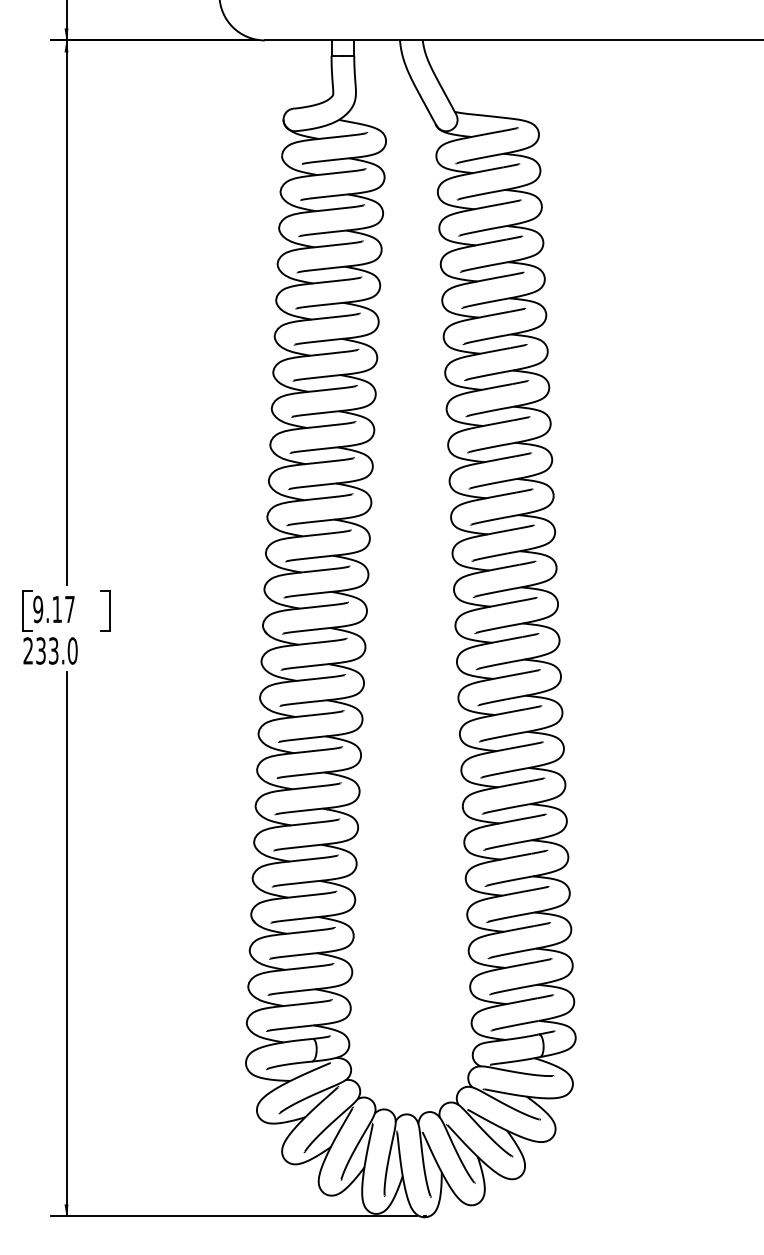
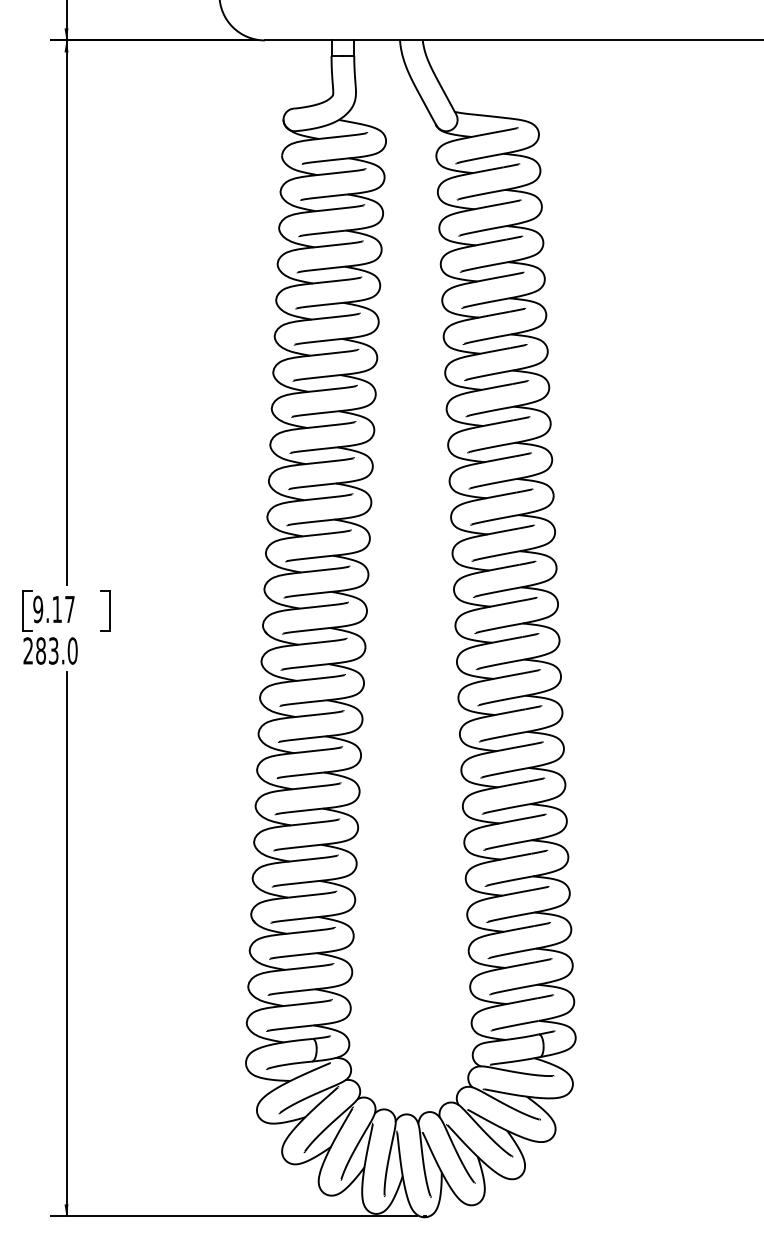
text at (40, 650): 233.0 -> 283.0
